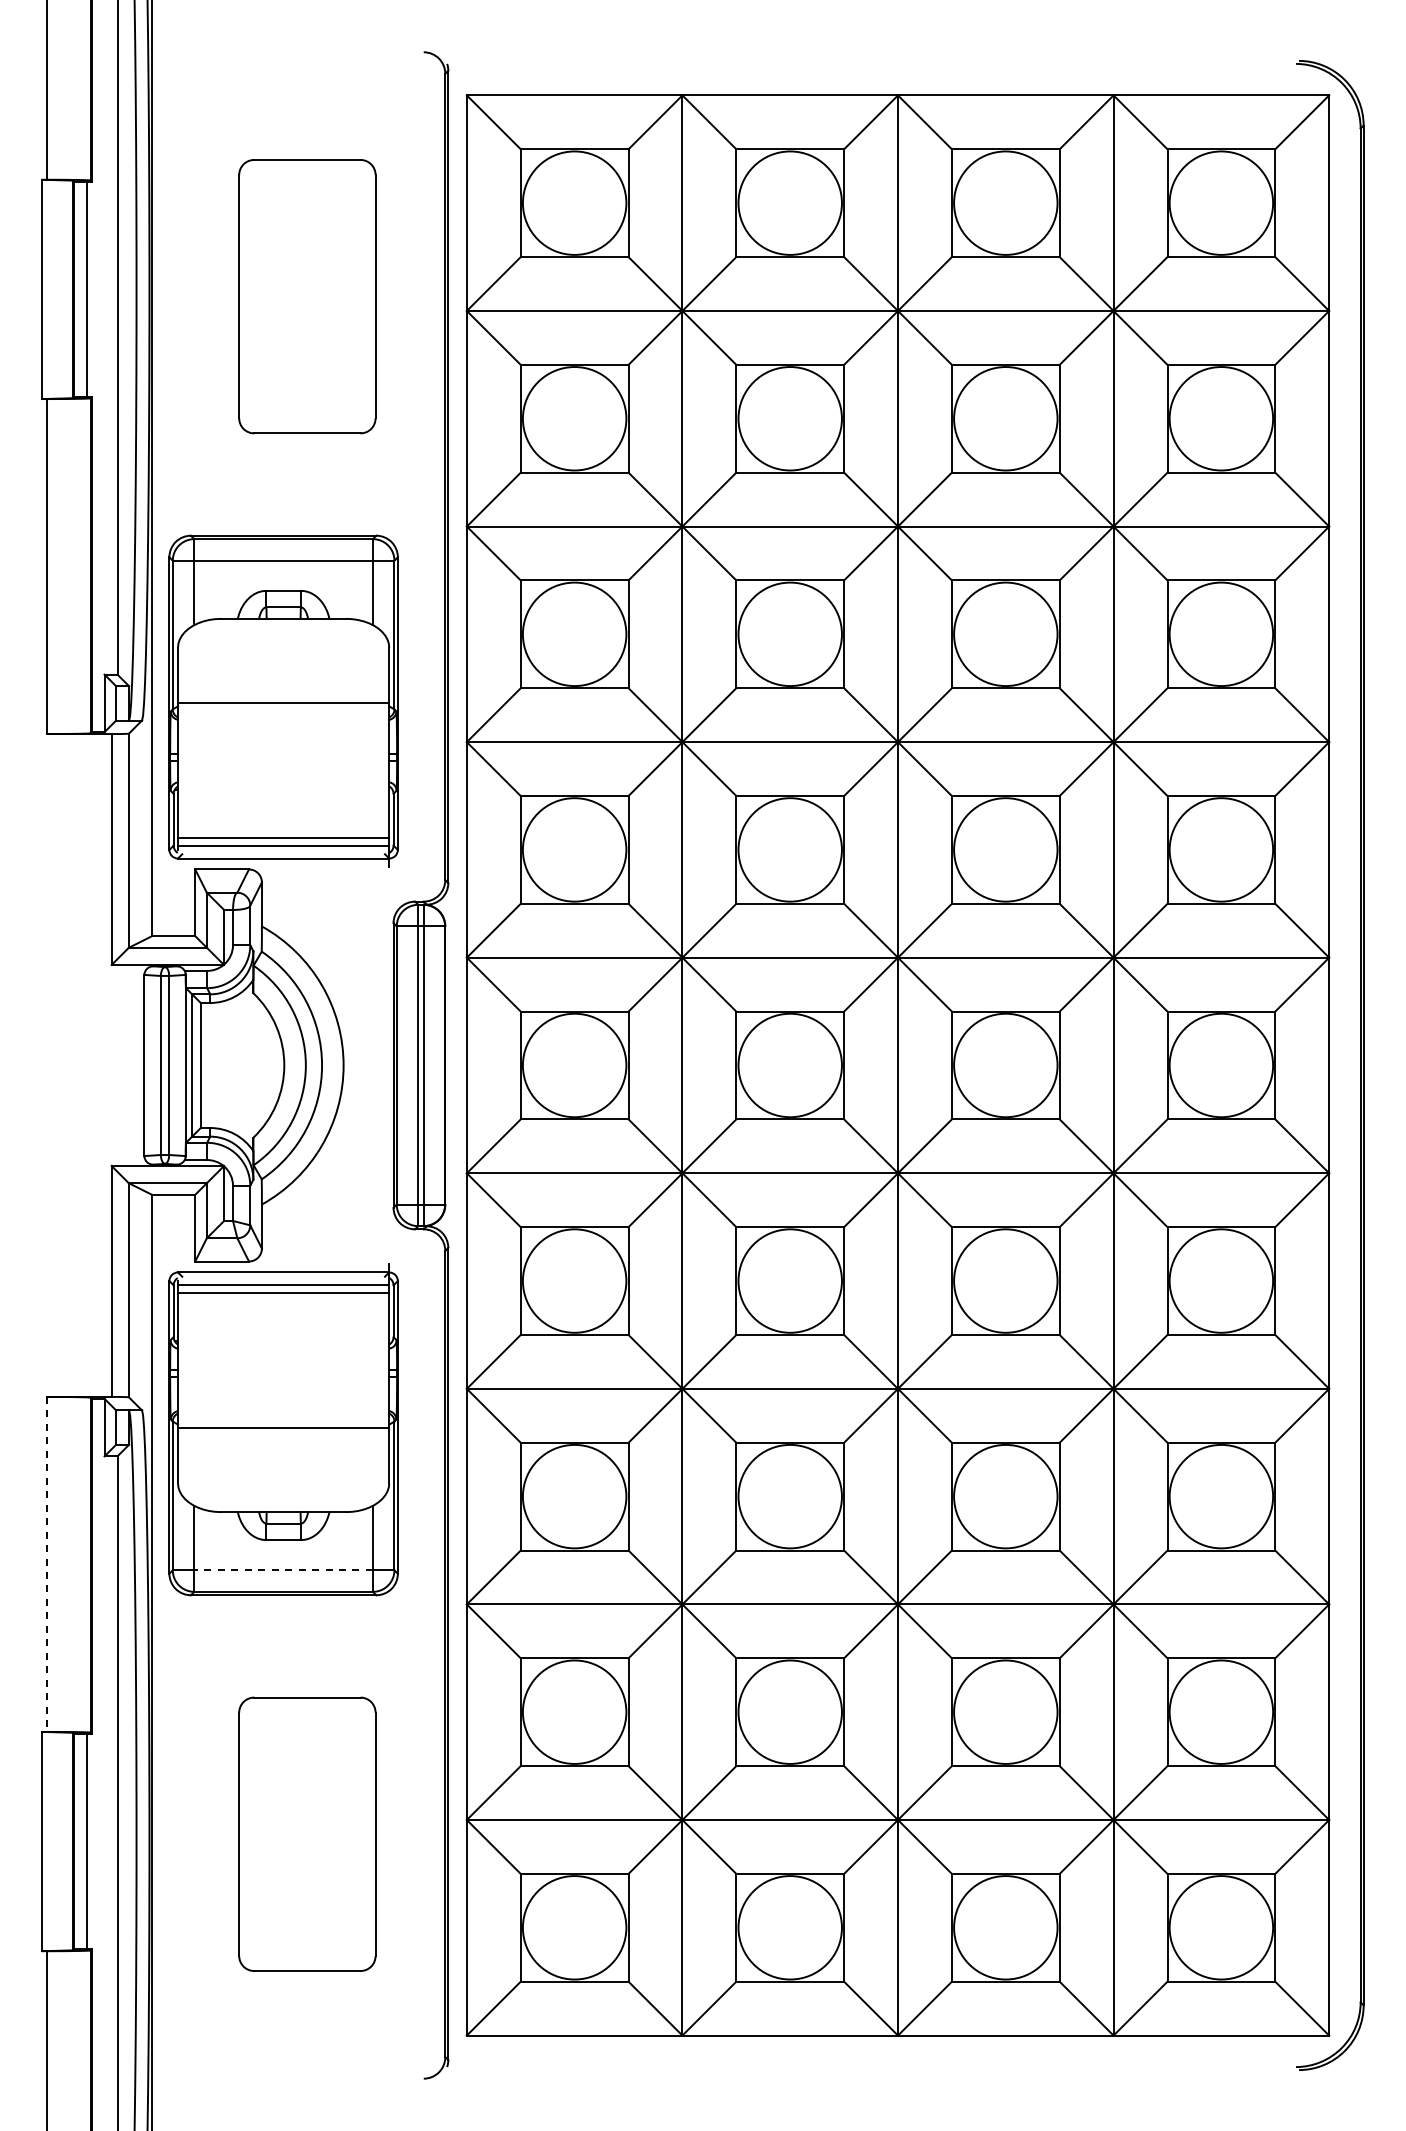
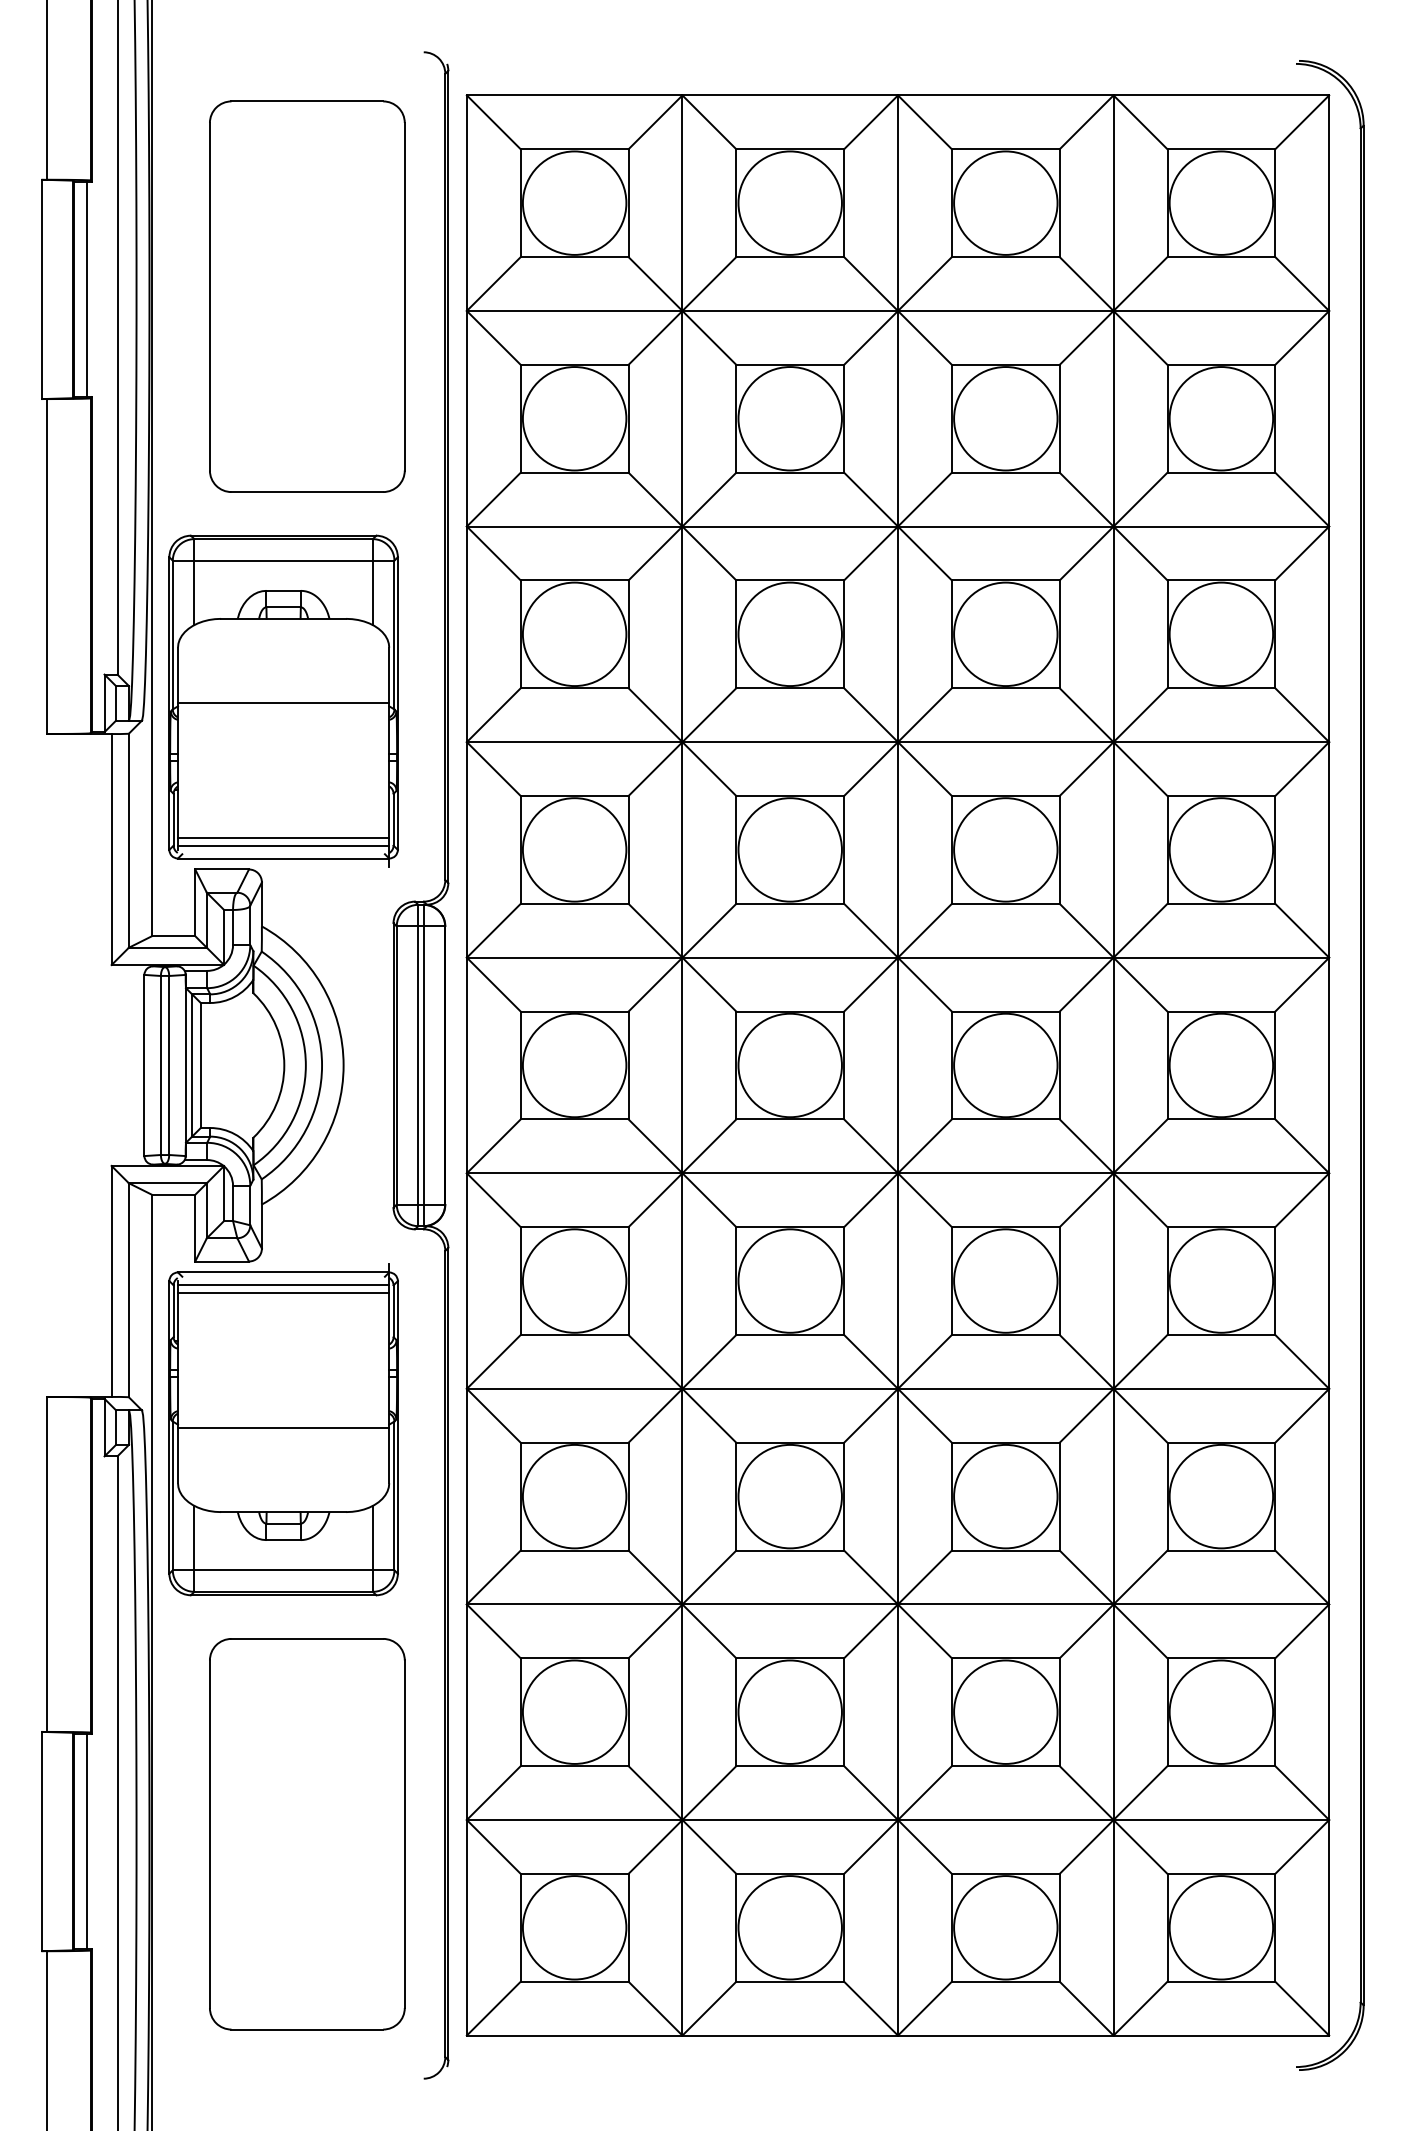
part at (307, 296) size: 139x276 px -> 197x393 px
line at (47, 1564): dashed -> solid
line at (283, 1570): dashed -> solid
part at (307, 1833) size: 139x276 px -> 197x393 px
